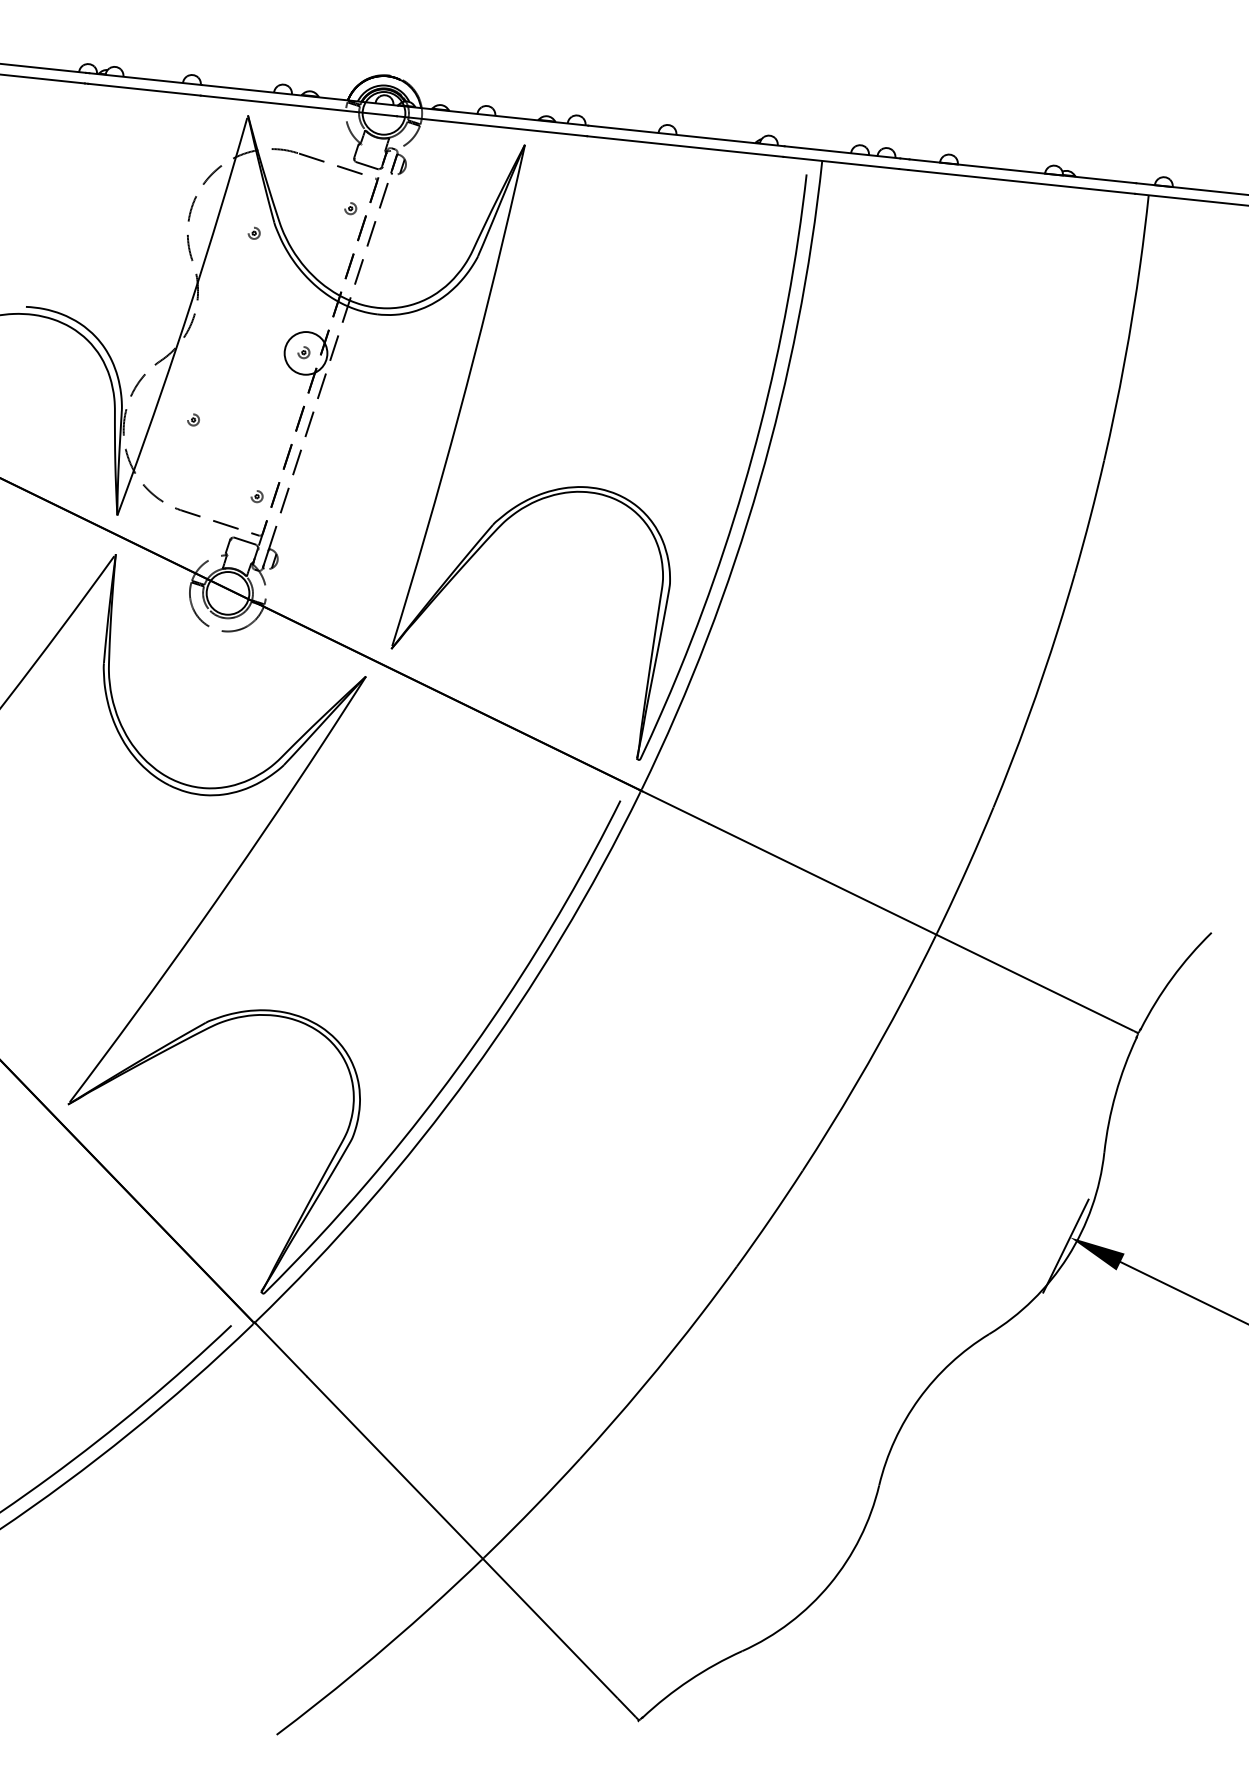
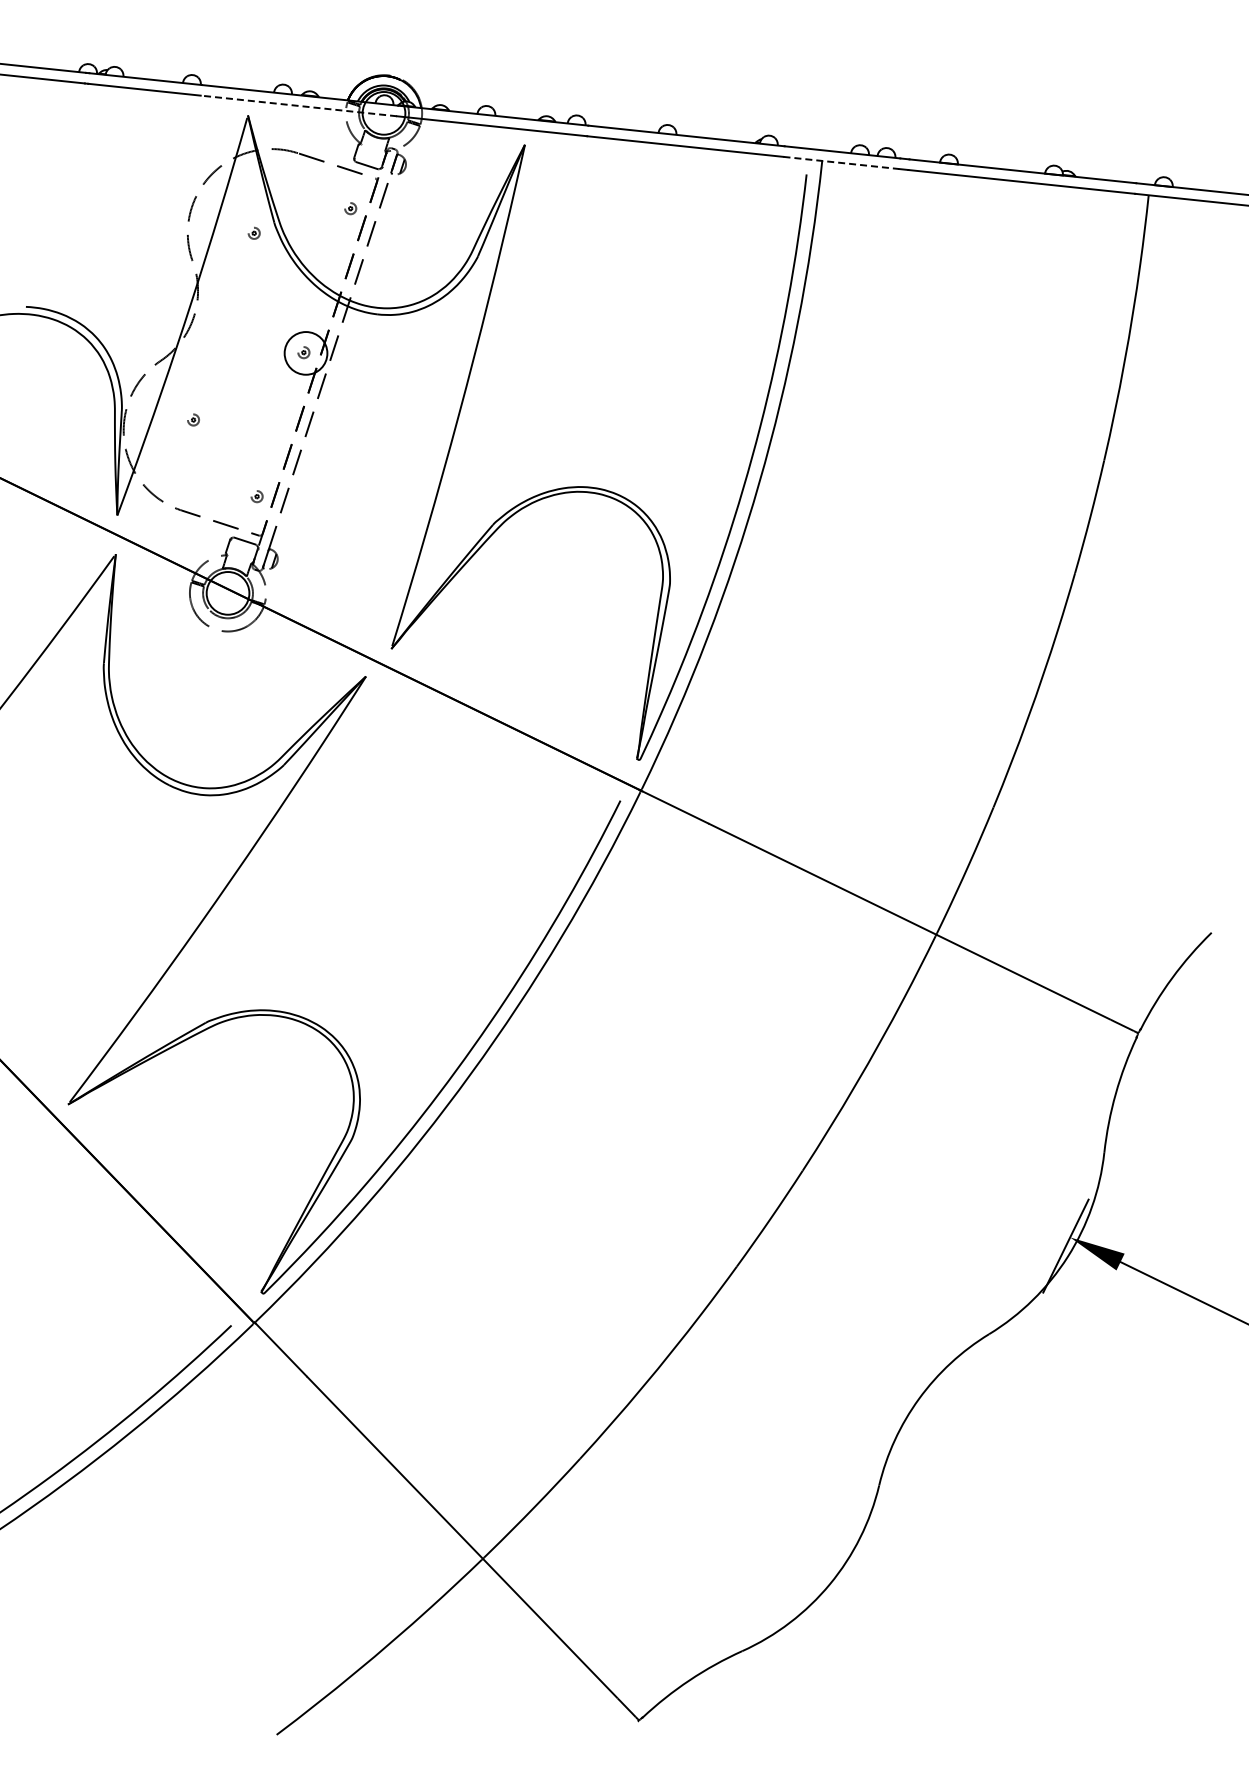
line at (298, 105): solid -> dashed
line at (841, 163): solid -> dashed
